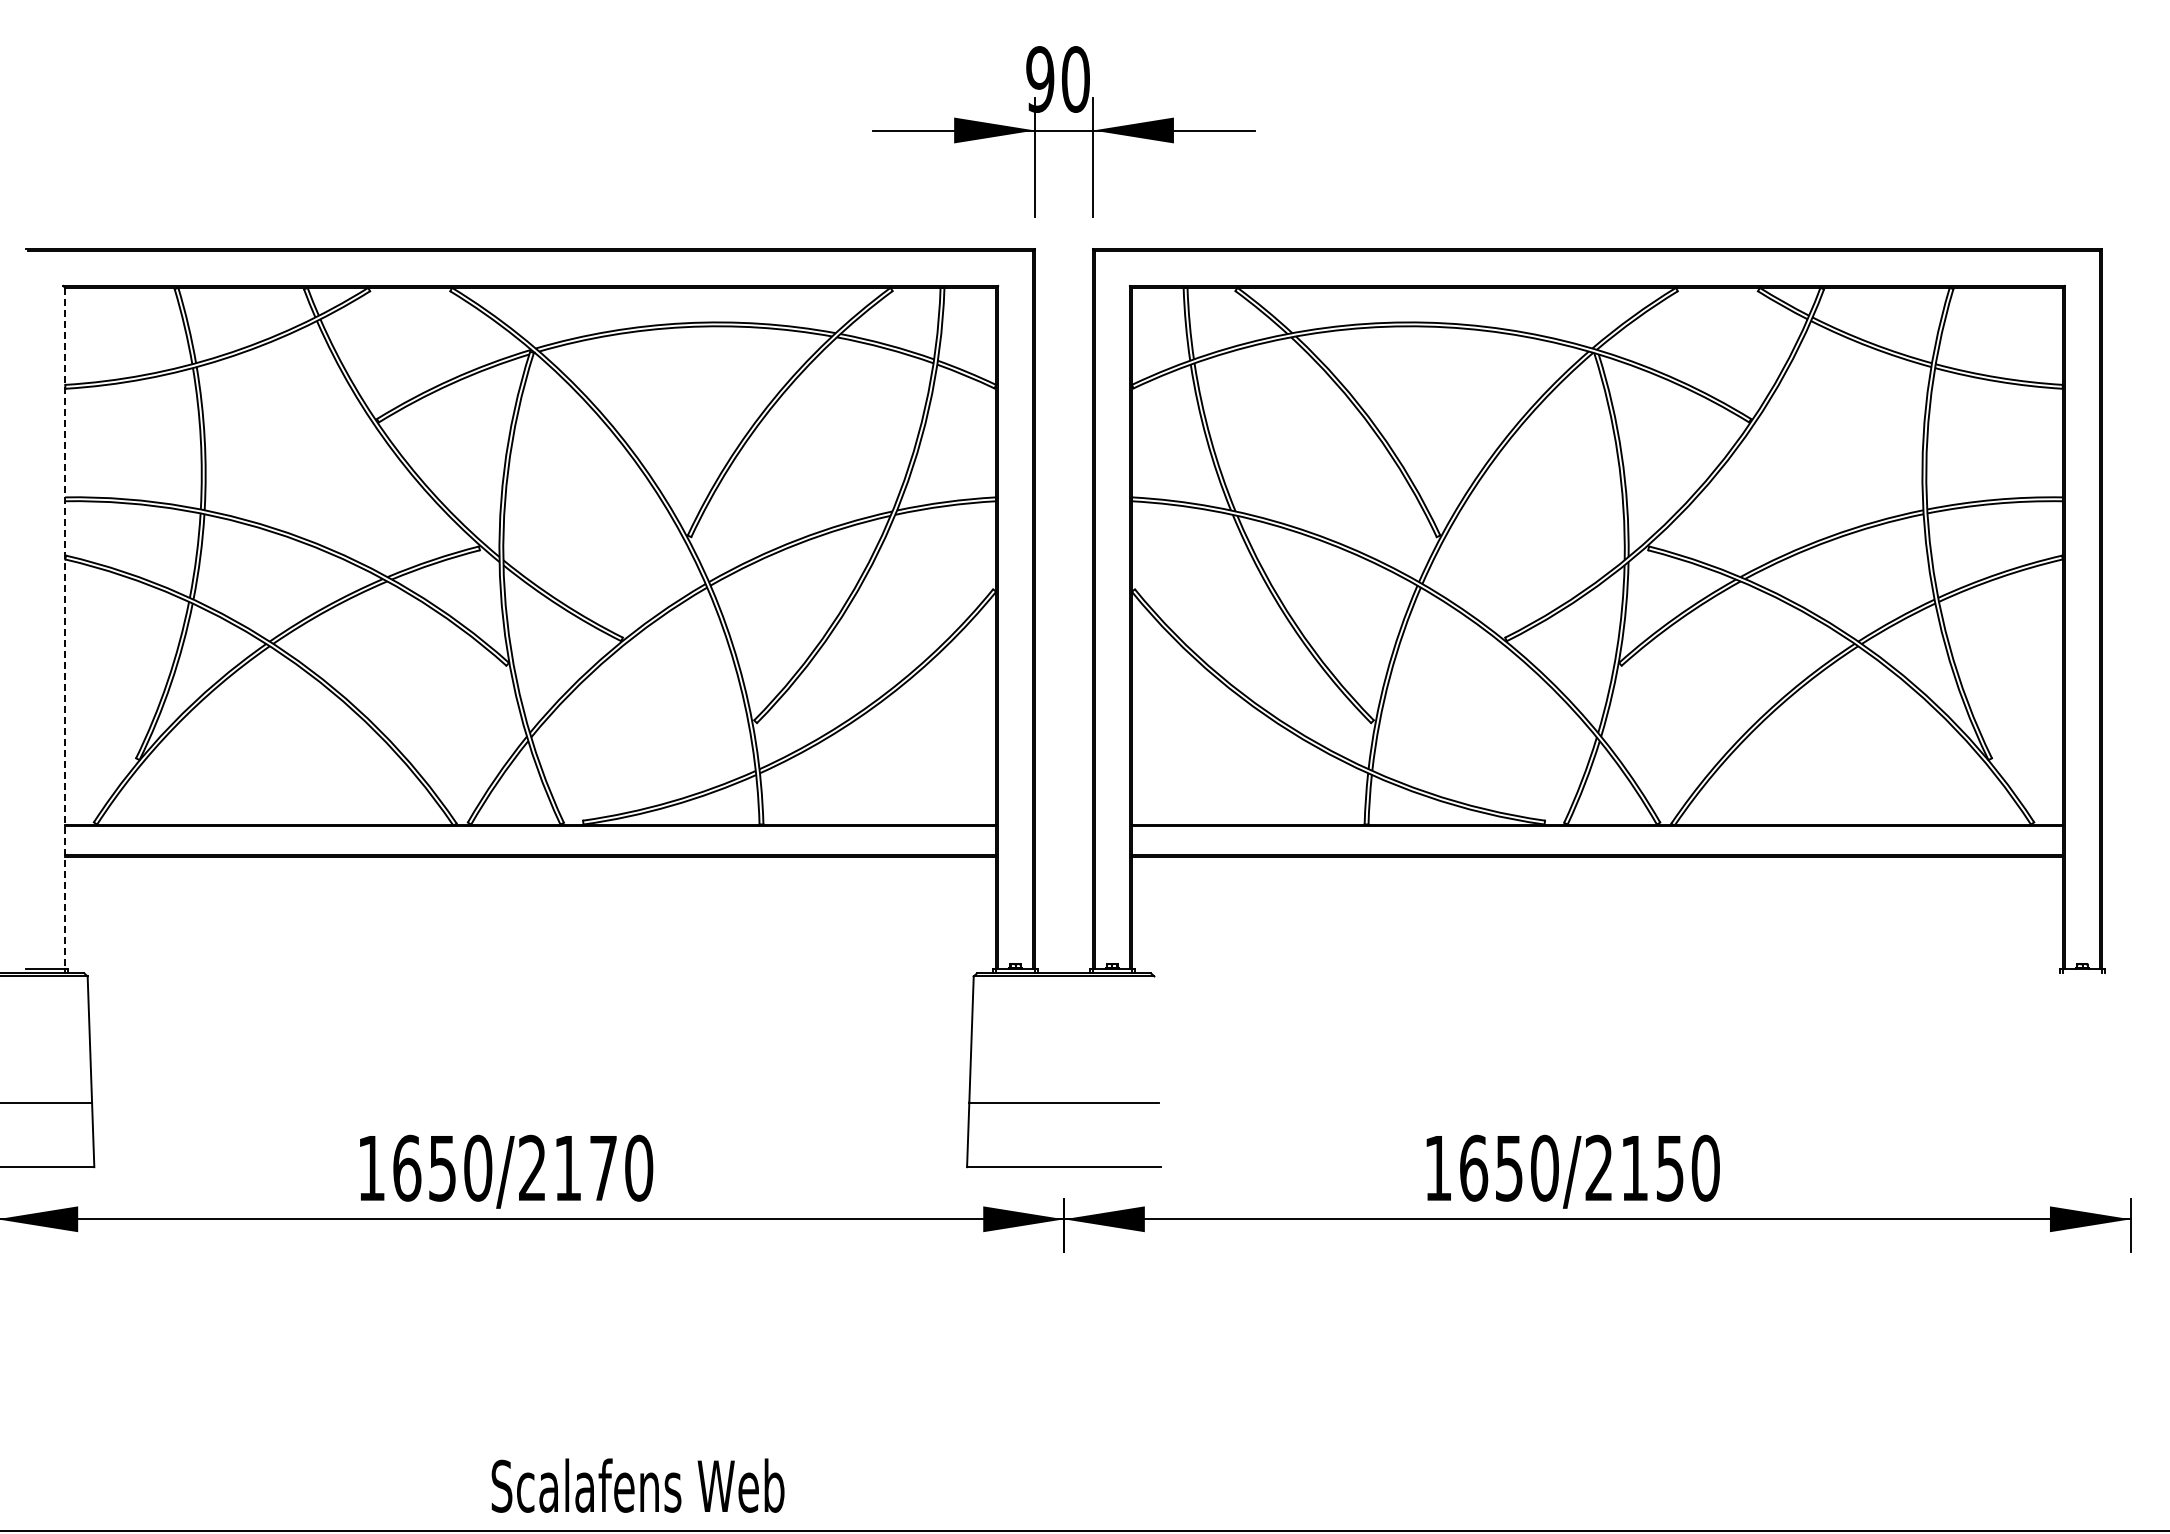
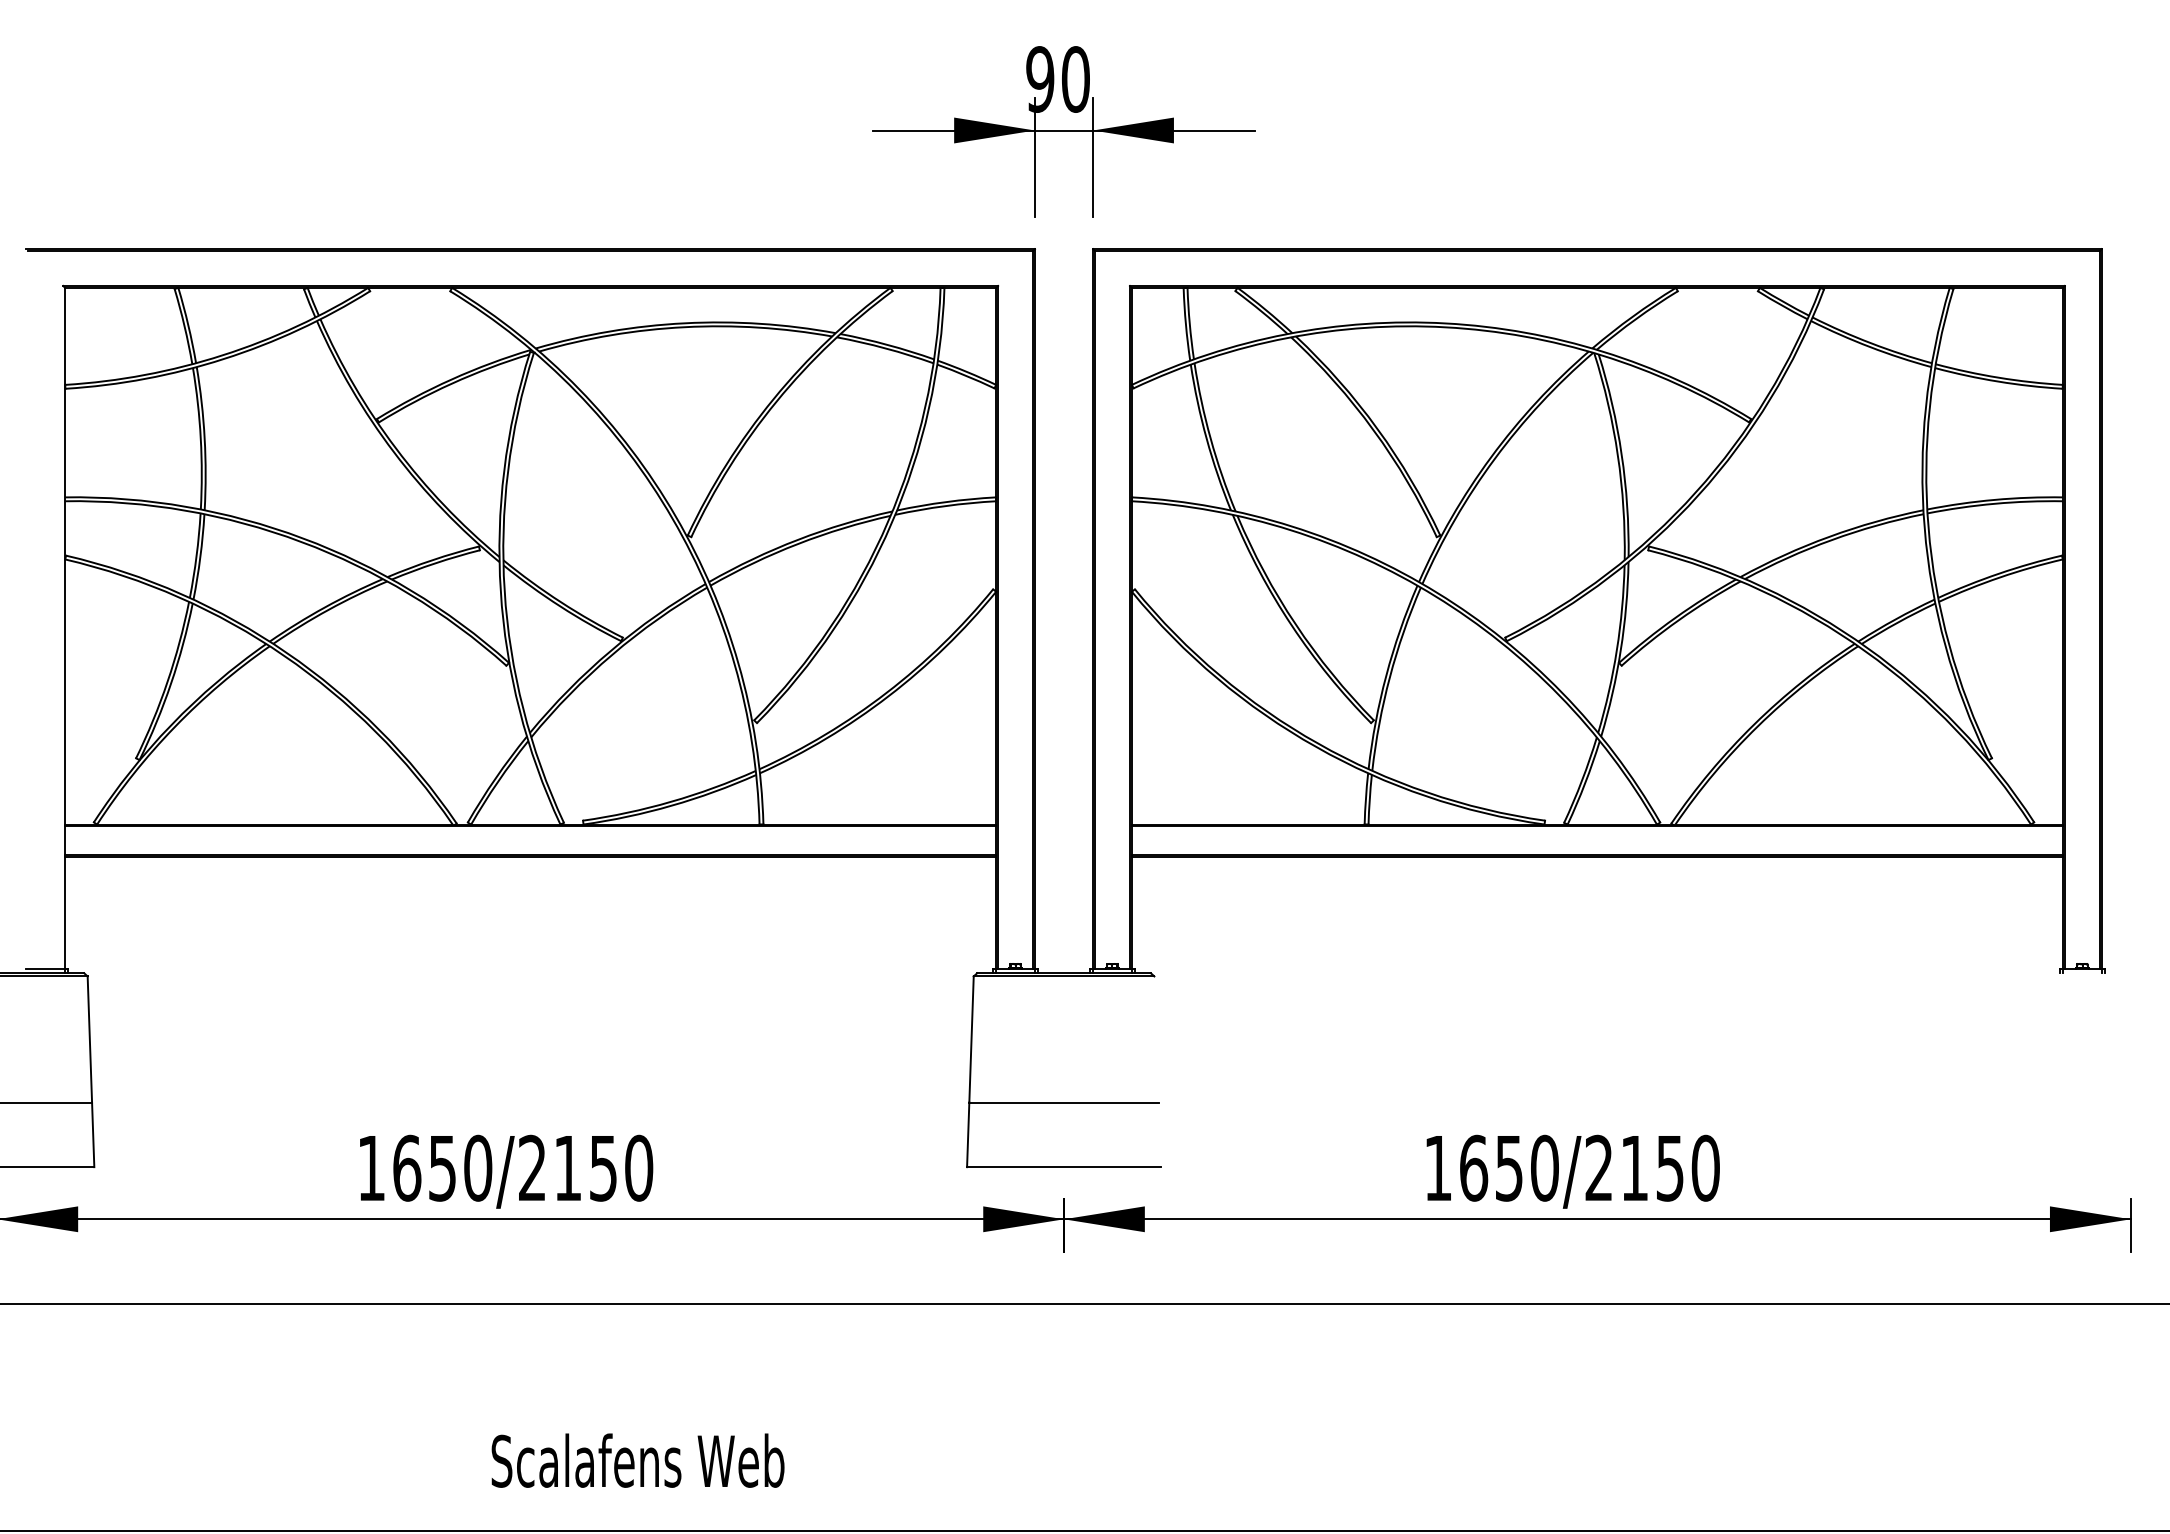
line at (65, 628): dashed -> solid
text at (603, 1168): 1650/2170 -> 1650/2150
line at (1084, 1304): none -> present
text at (637, 1485) position: (637, 1485) -> (637, 1460)
